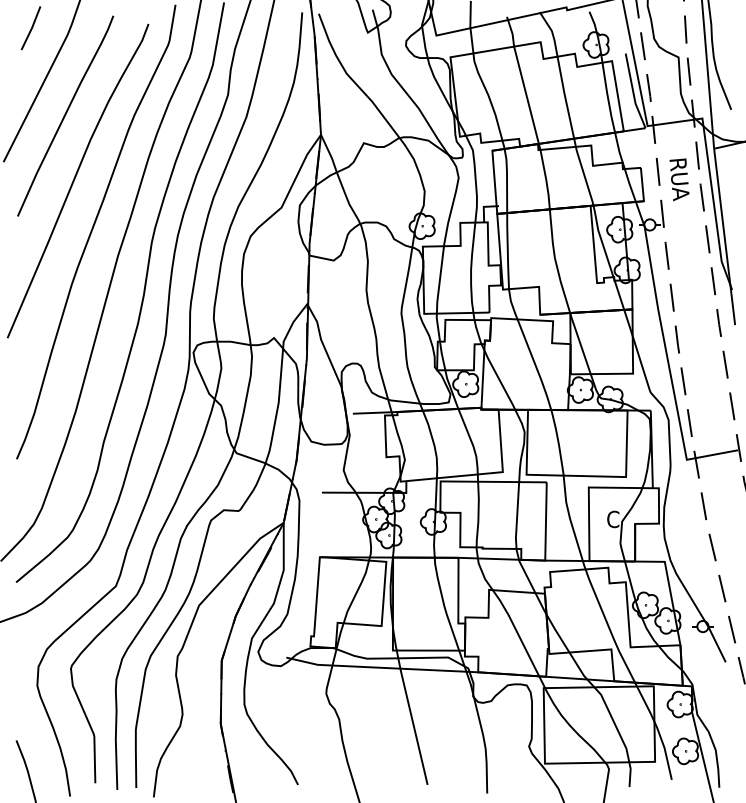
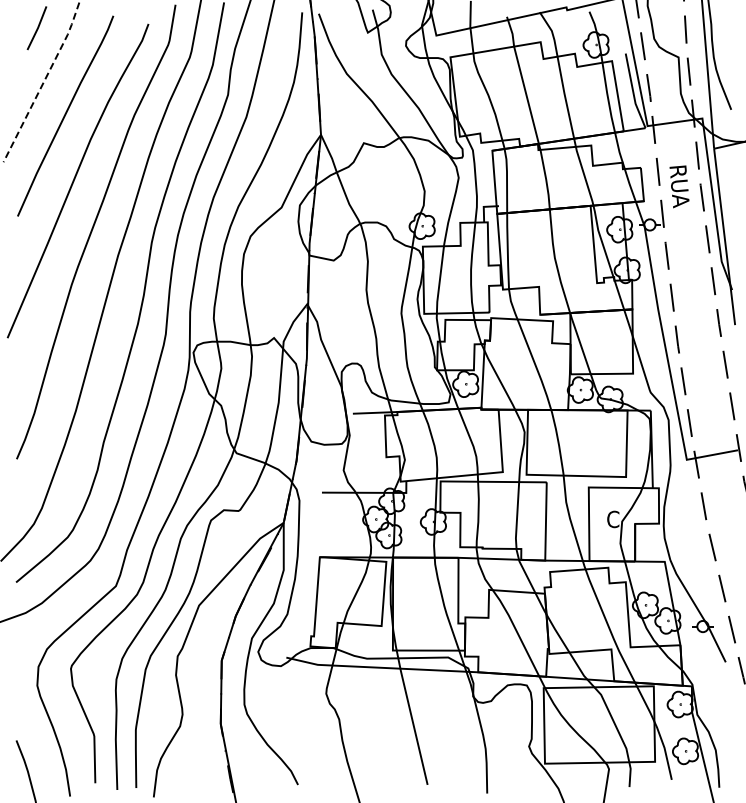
line at (30, 28) position: (30, 28) -> (36, 28)
line at (44, 81): solid -> dashed
text at (679, 179) position: (679, 179) -> (679, 186)
